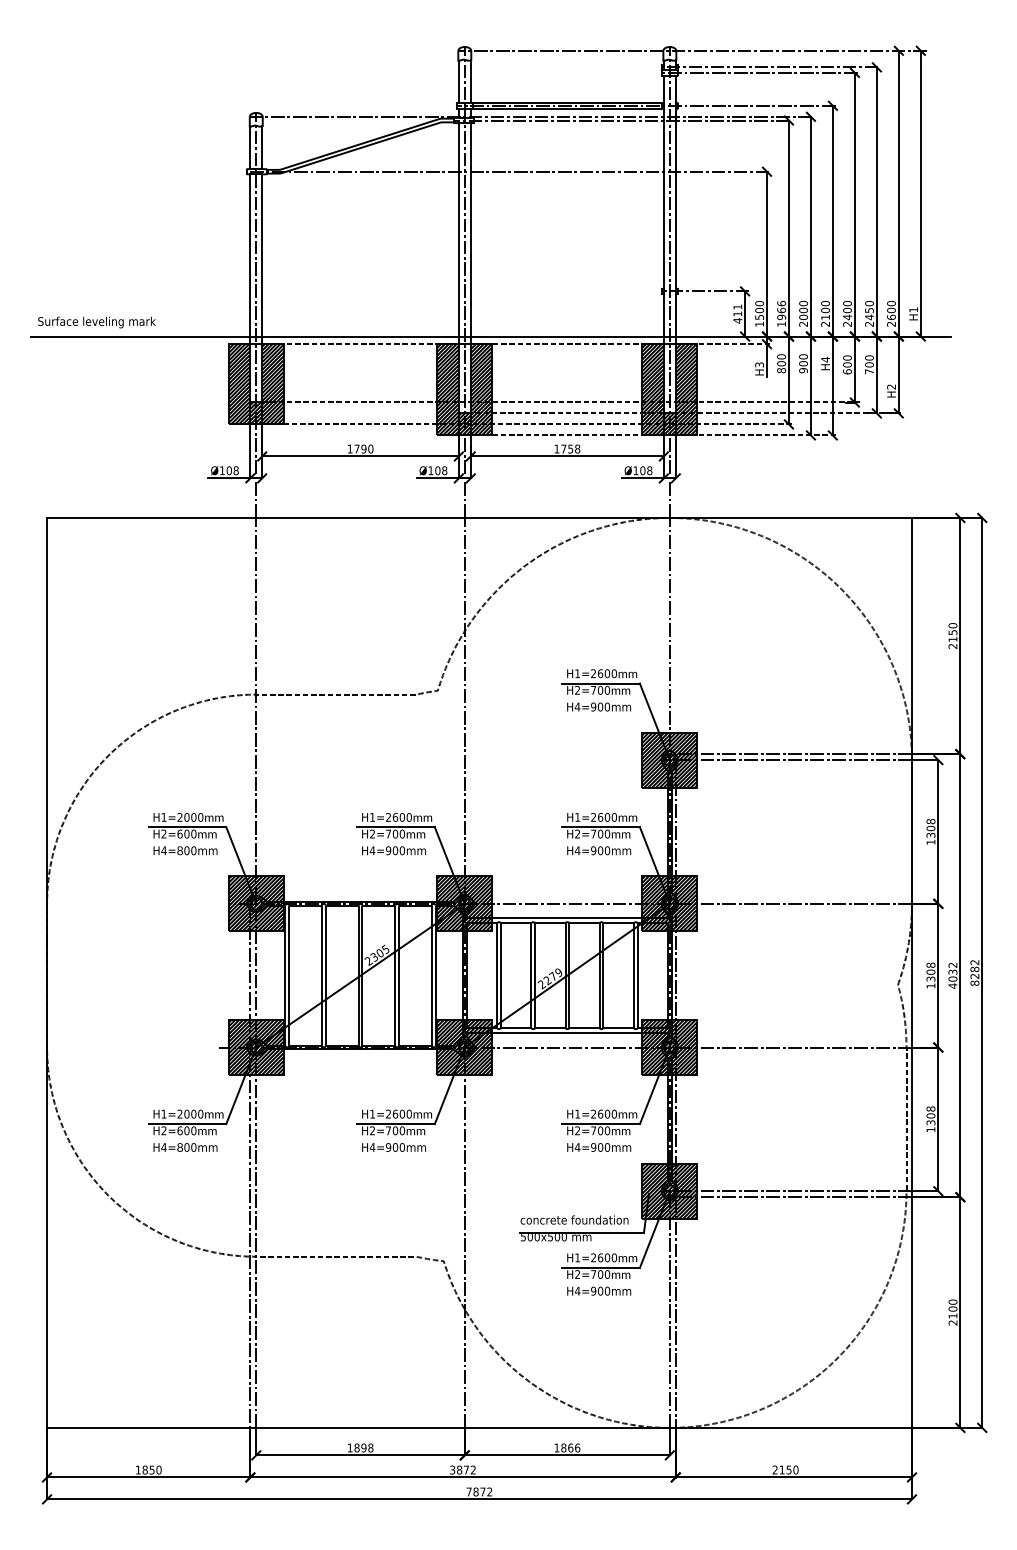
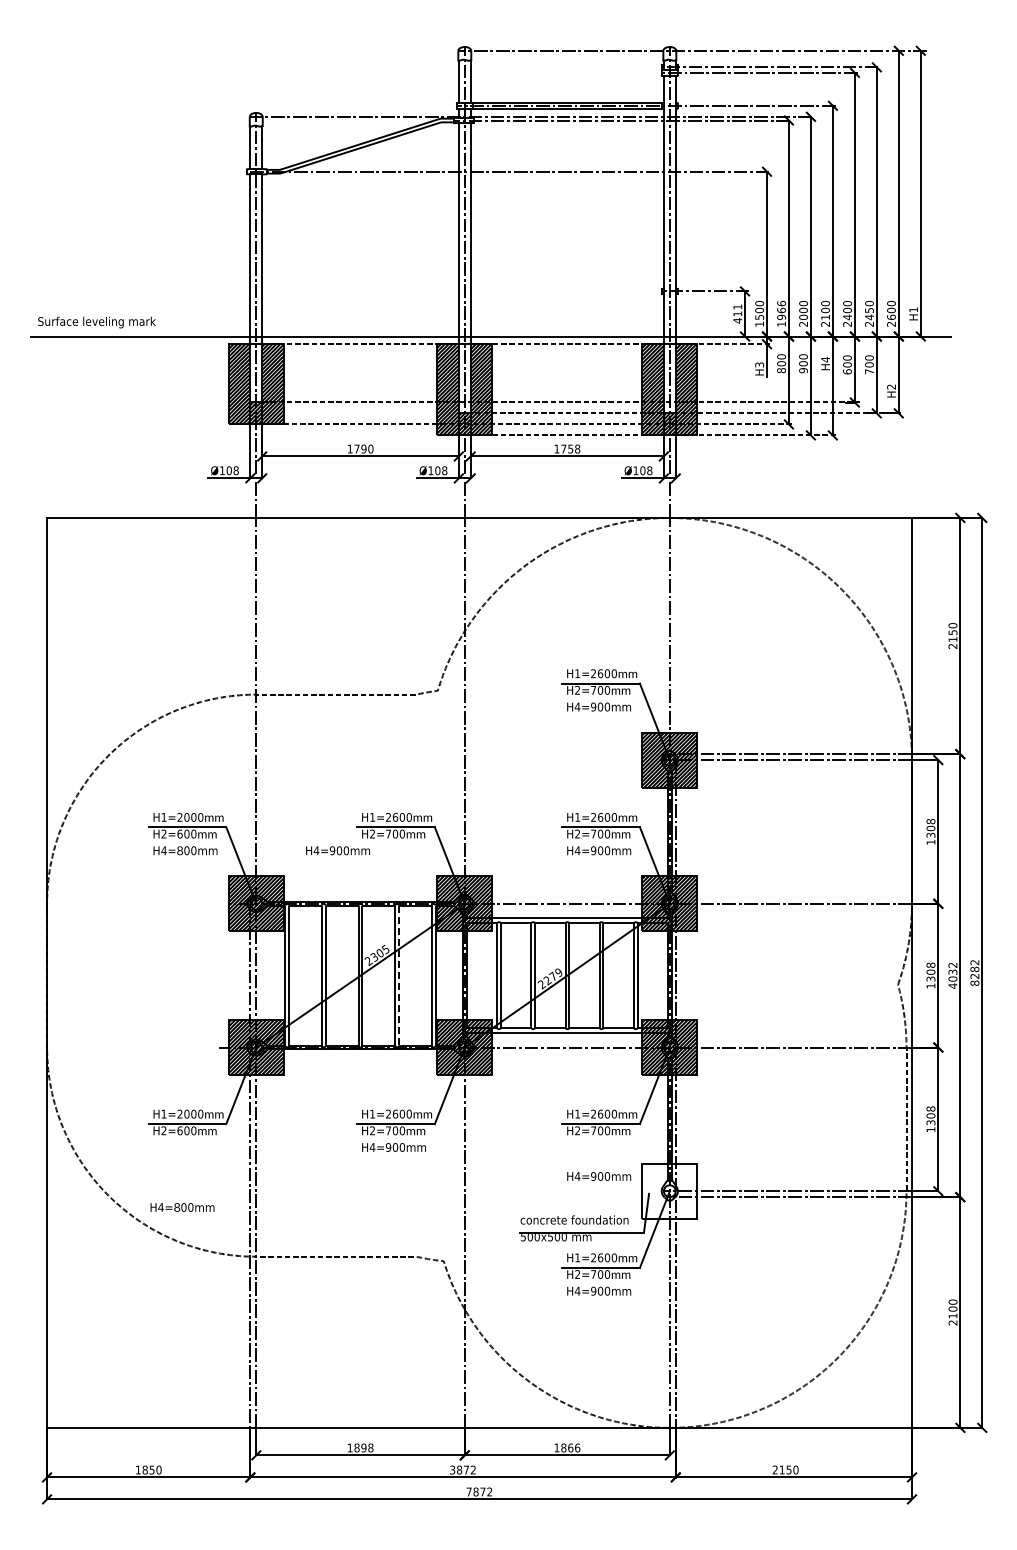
text at (393, 850) position: (393, 850) -> (337, 850)
line at (399, 976): solid -> dashed
text at (185, 1147) position: (185, 1147) -> (182, 1207)
text at (599, 1147) position: (599, 1147) -> (599, 1176)
hatch at (669, 1190): present -> none
